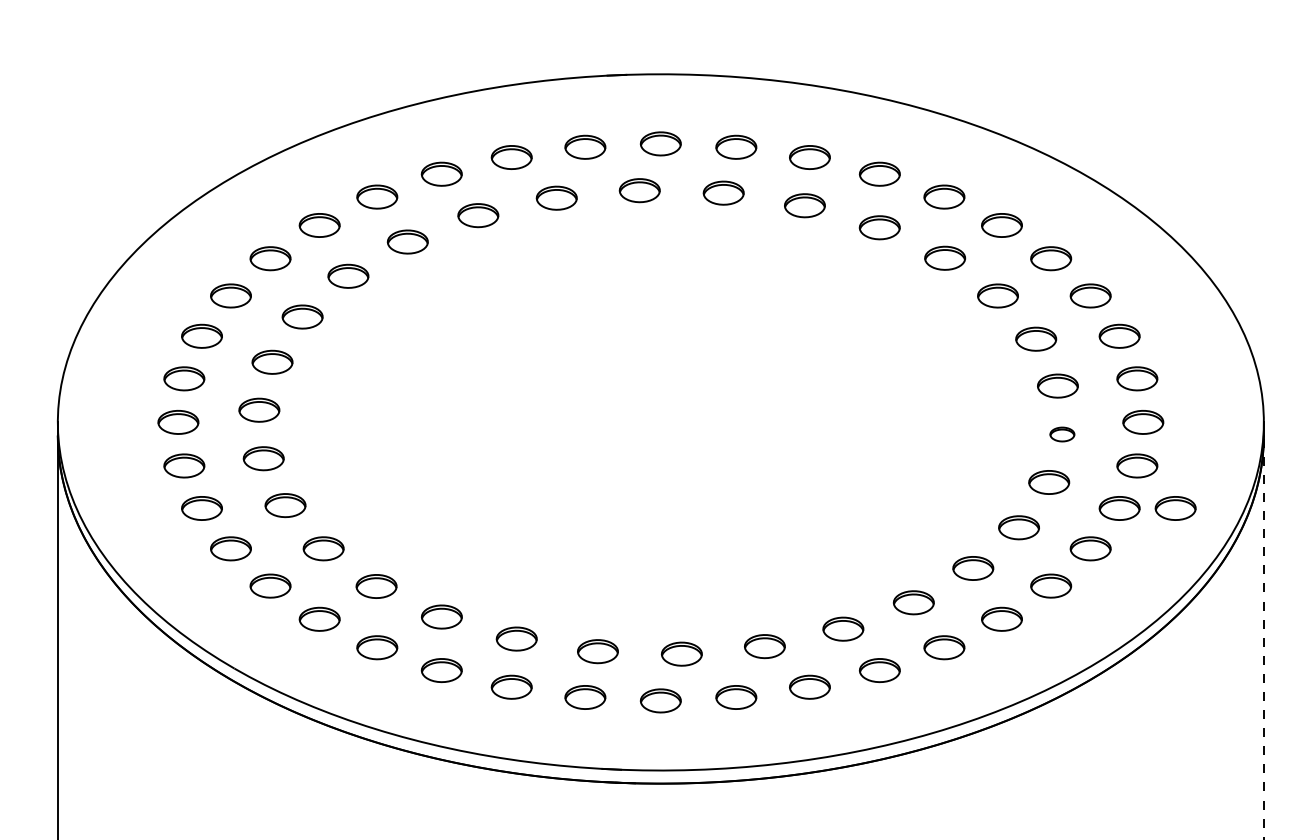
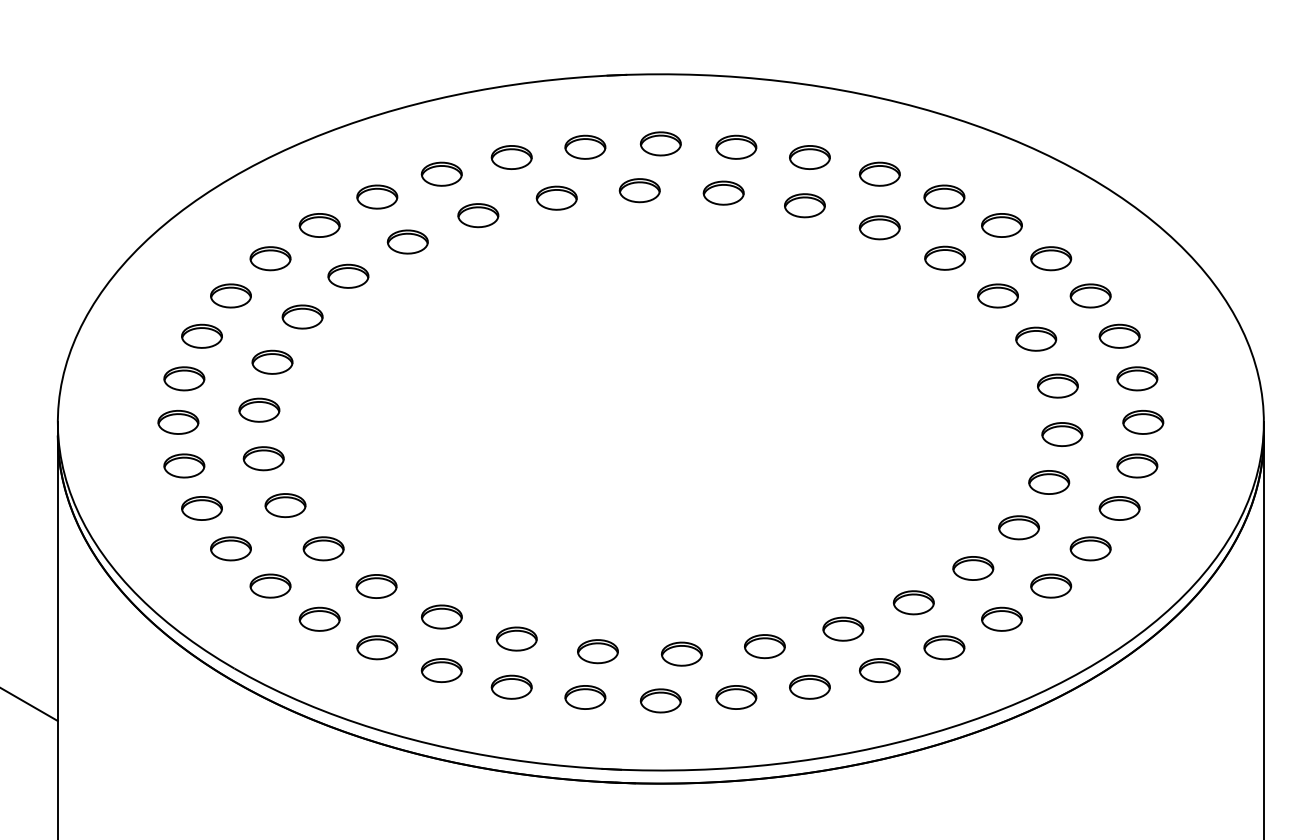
part at (1062, 434) size: 27x17 px -> 43x25 px
part at (1175, 508): present -> none
line at (1263, 637): dashed -> solid
line at (29, 704): none -> present
